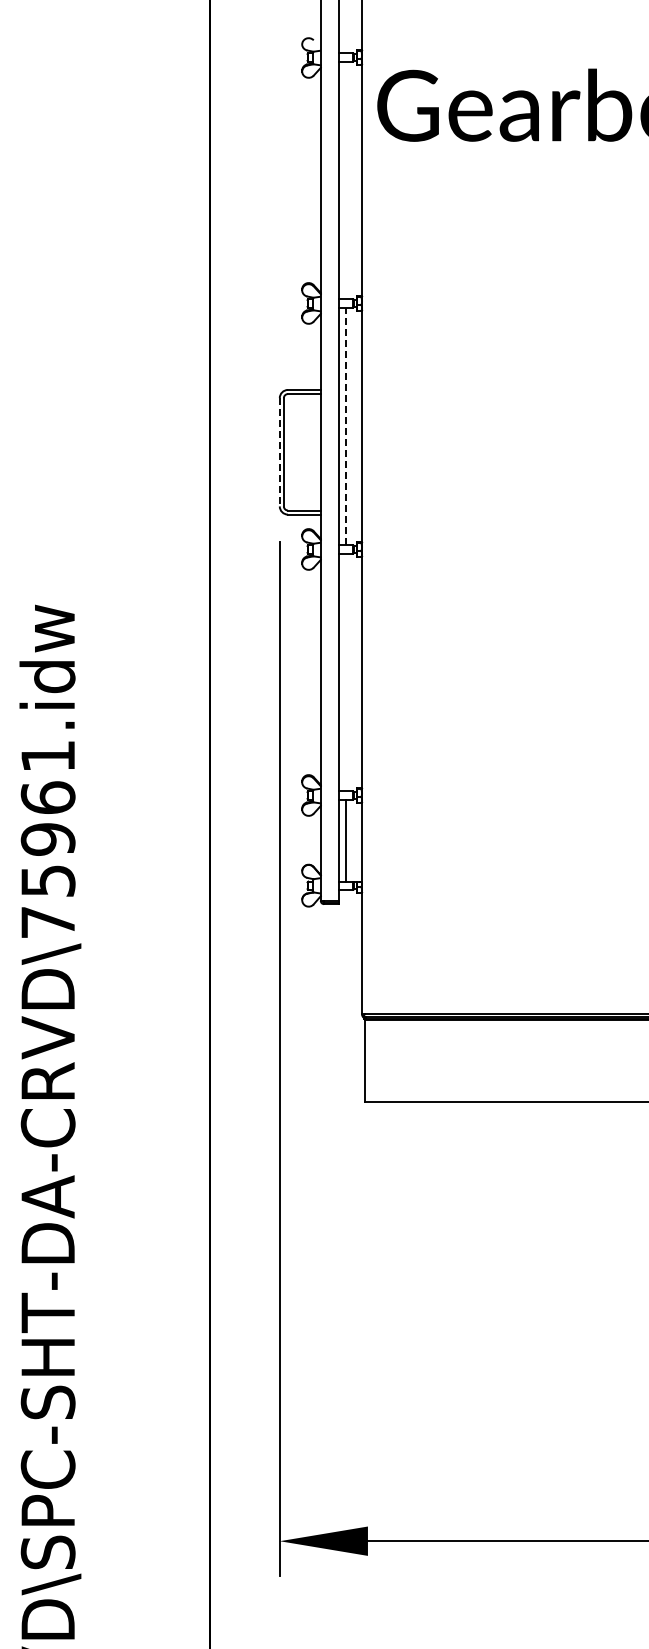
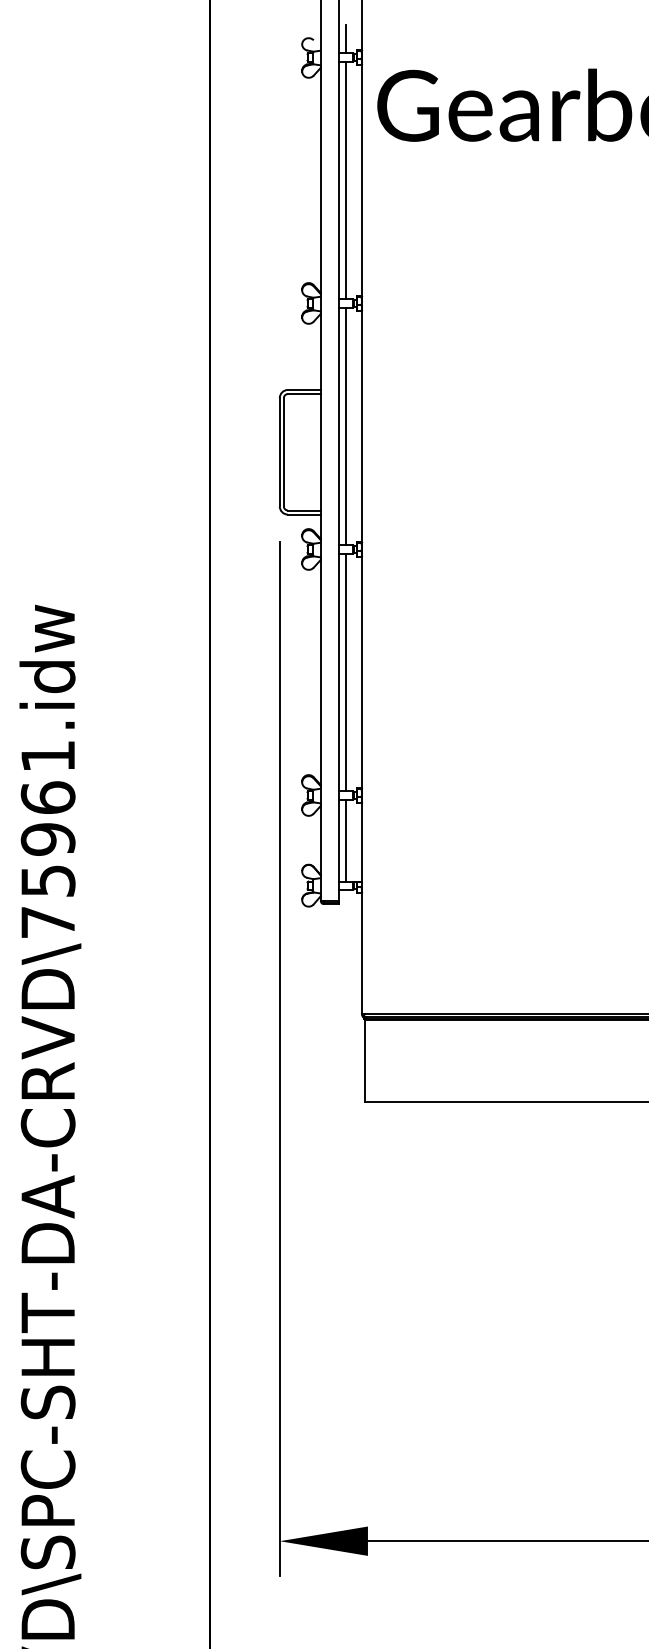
line at (345, 39): none -> present
line at (345, 180): none -> present
line at (345, 426): dashed -> solid
line at (279, 452): dashed -> solid
line at (345, 672): none -> present
